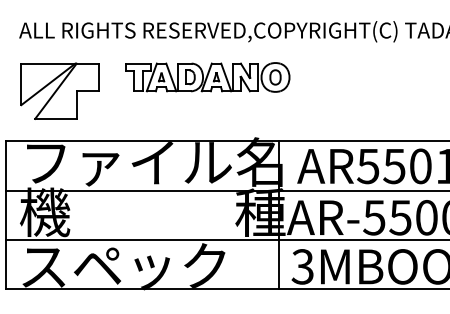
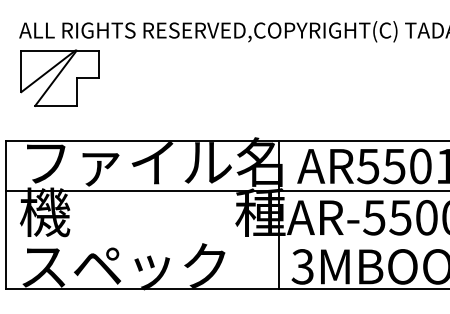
part at (207, 77): present -> none
part at (59, 90) position: (59, 90) -> (59, 77)
line at (225, 240): present -> none
